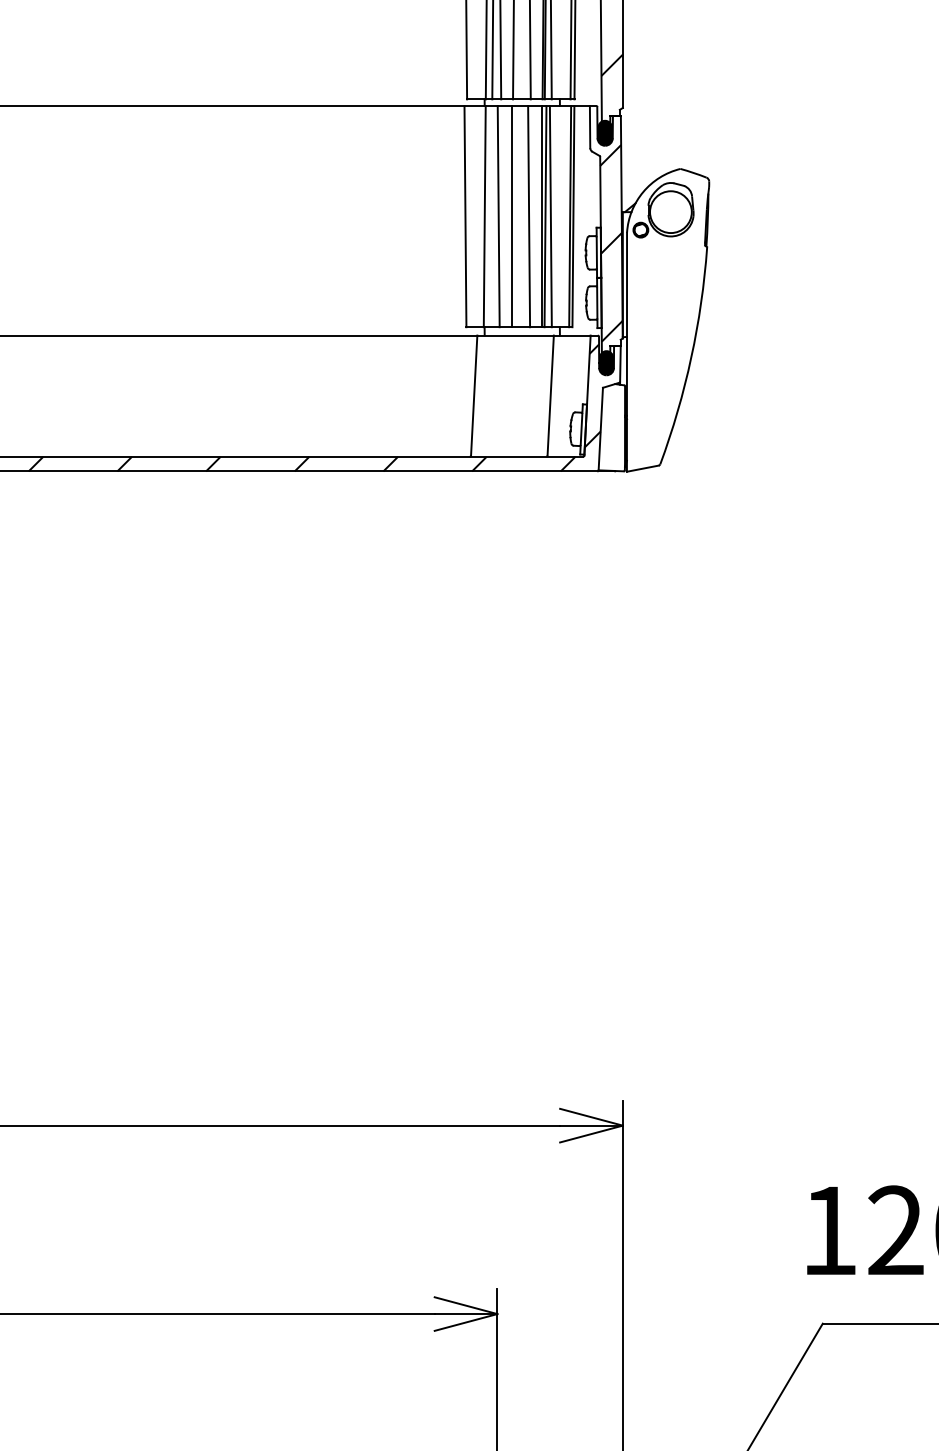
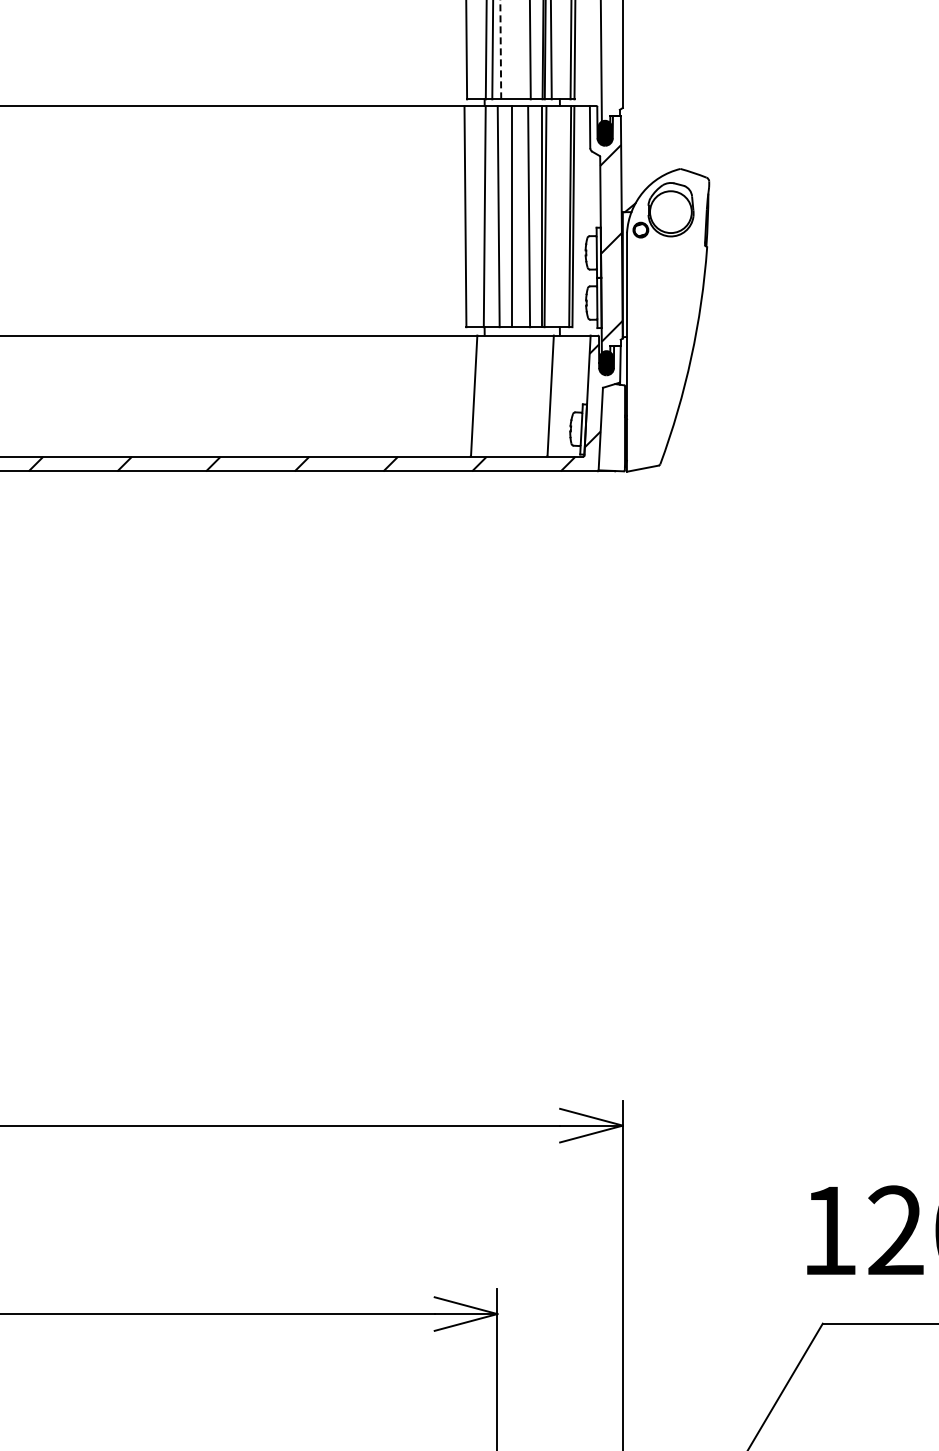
line at (500, 49): solid -> dashed
line at (513, 50): present -> none
hatch at (611, 65): present -> none
line at (550, 216): present -> none
